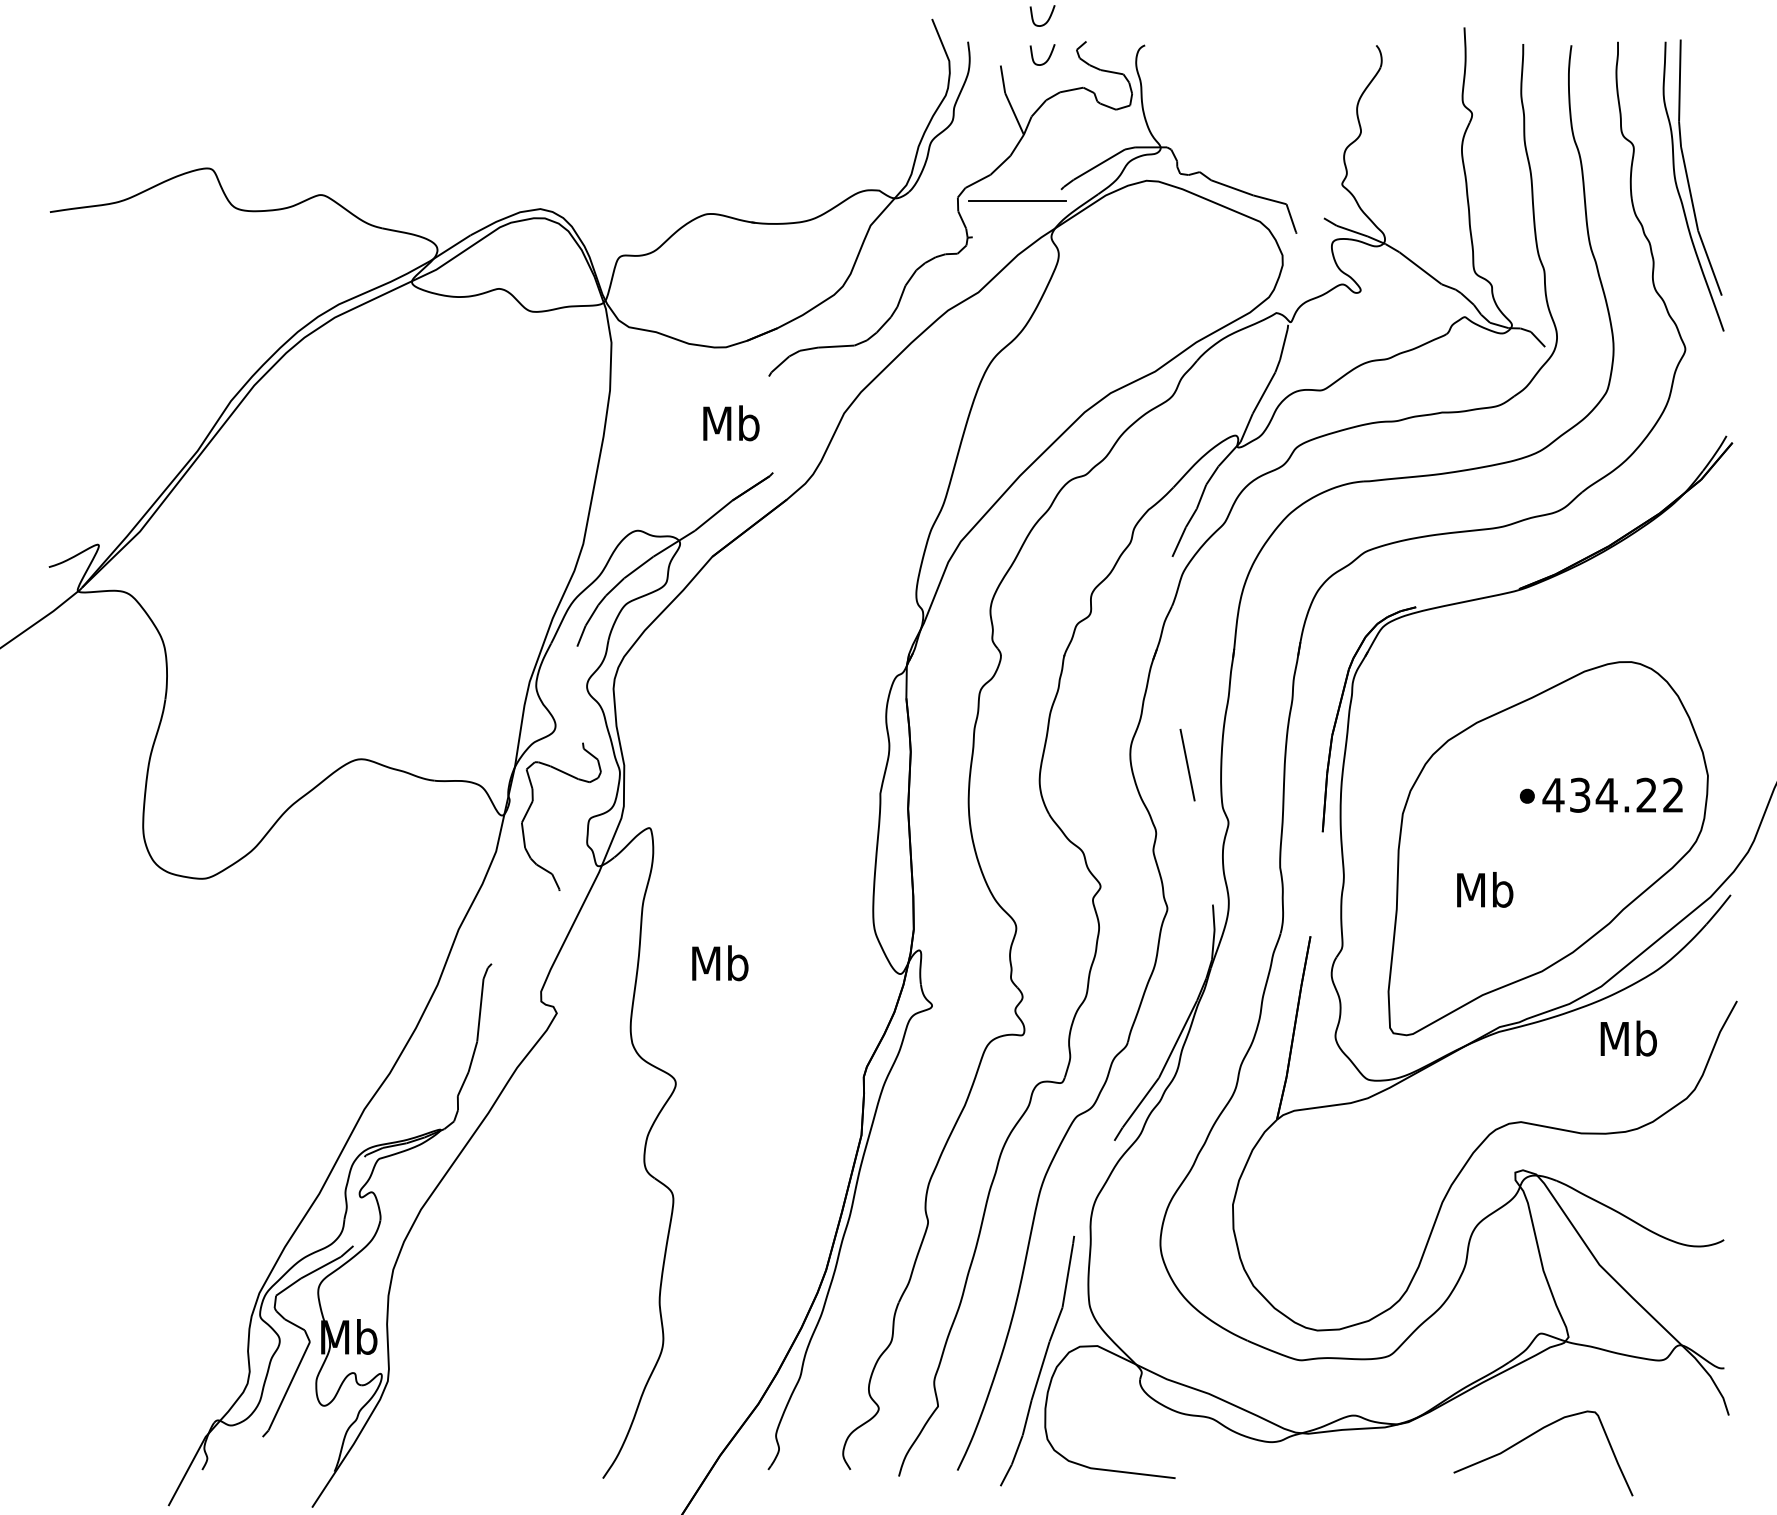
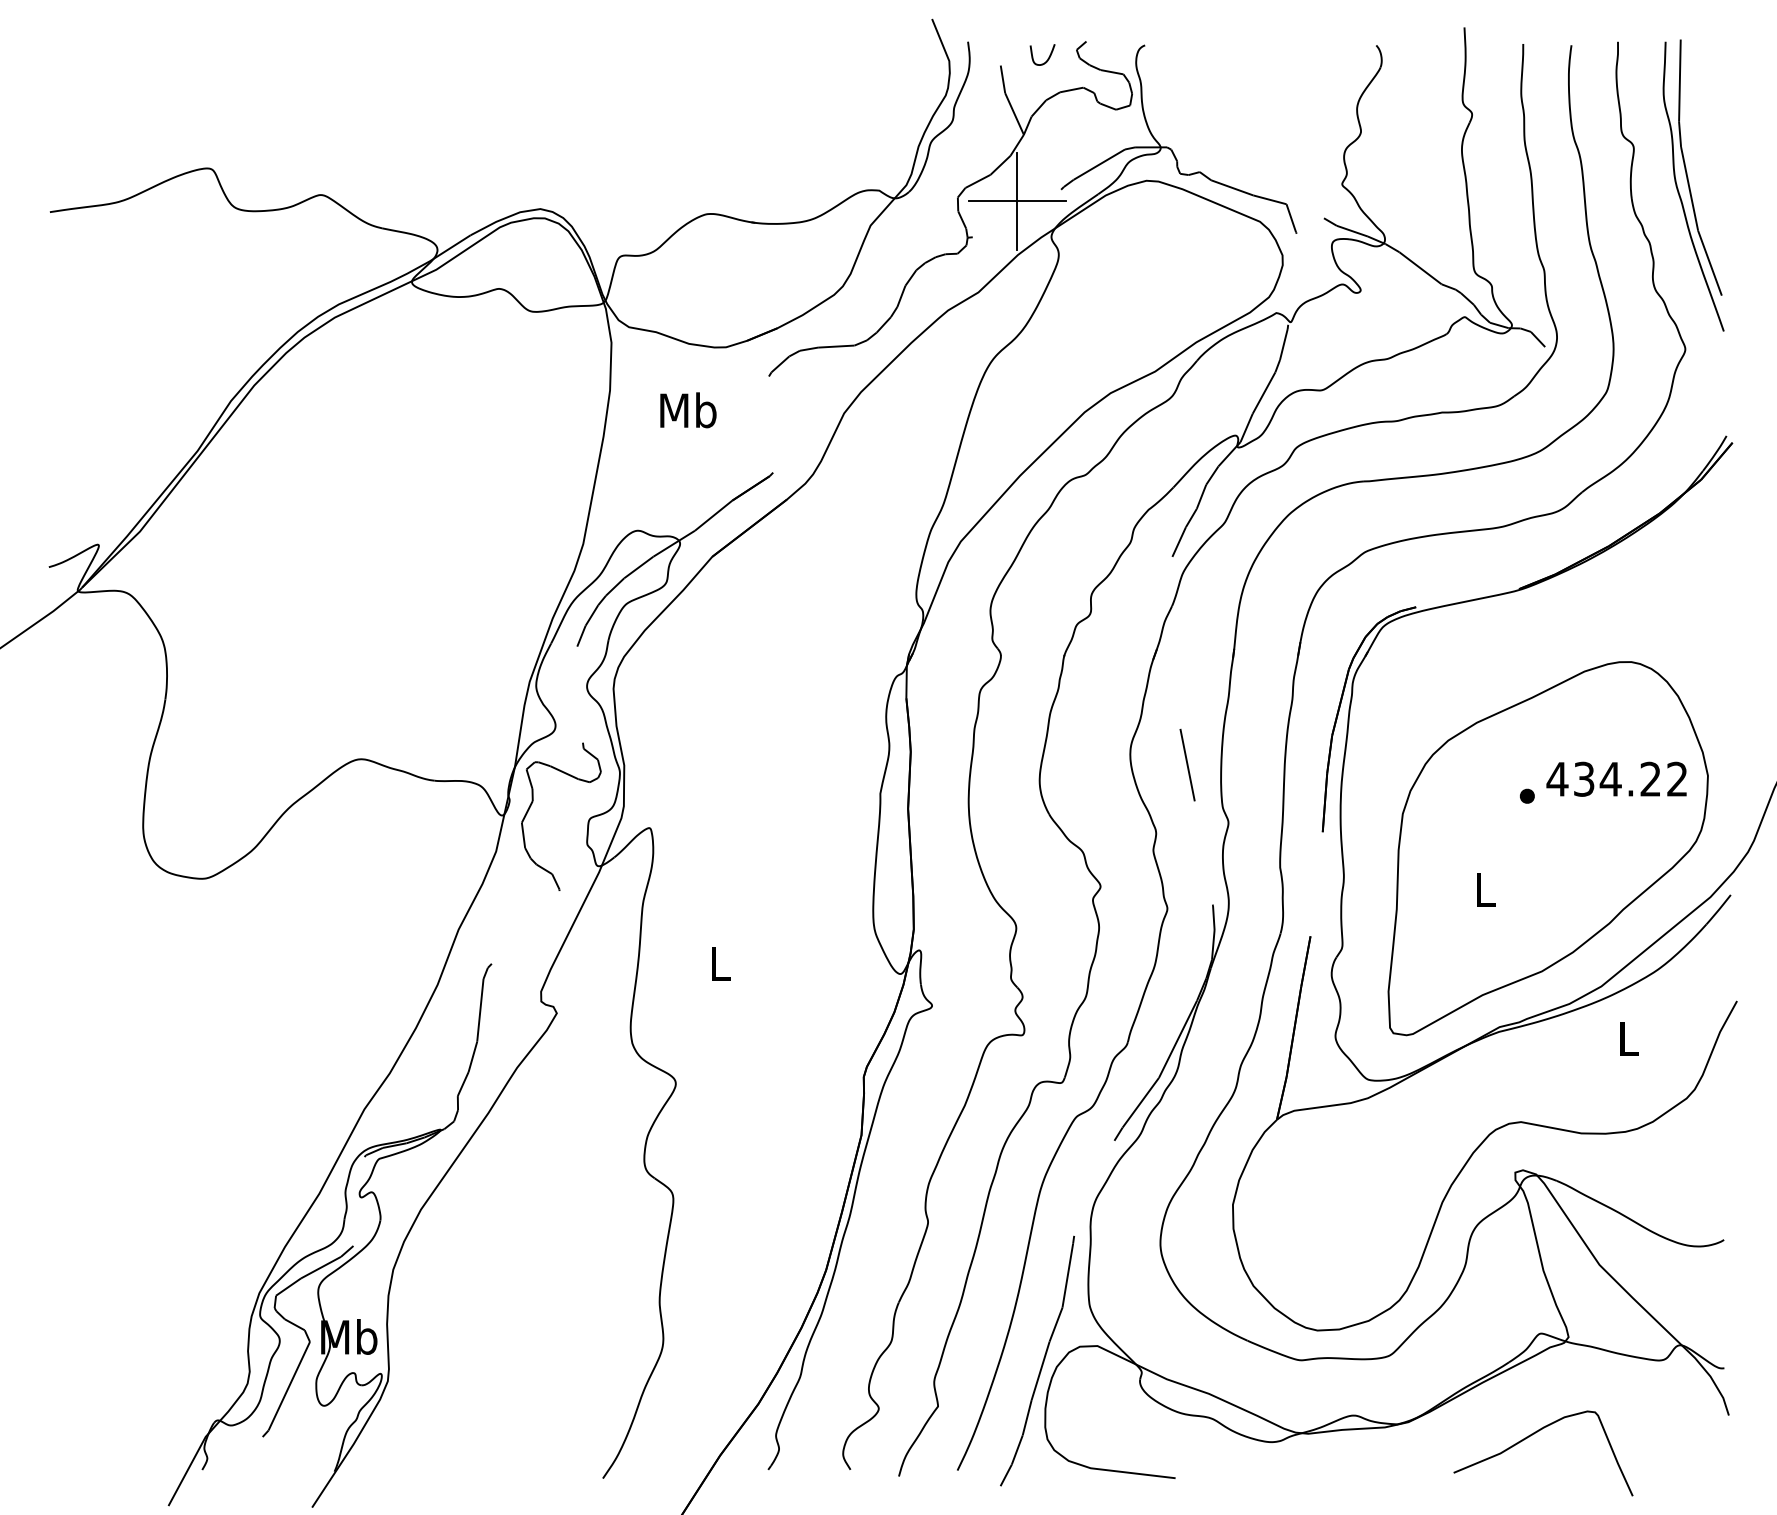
curve at (1047, 19): present -> none
line at (1017, 200): none -> present
text at (731, 423) position: (731, 423) -> (688, 410)
text at (1612, 794) position: (1612, 794) -> (1616, 778)
text at (1485, 889): Mb -> L
text at (720, 963): Mb -> L
text at (1628, 1038): Mb -> L
